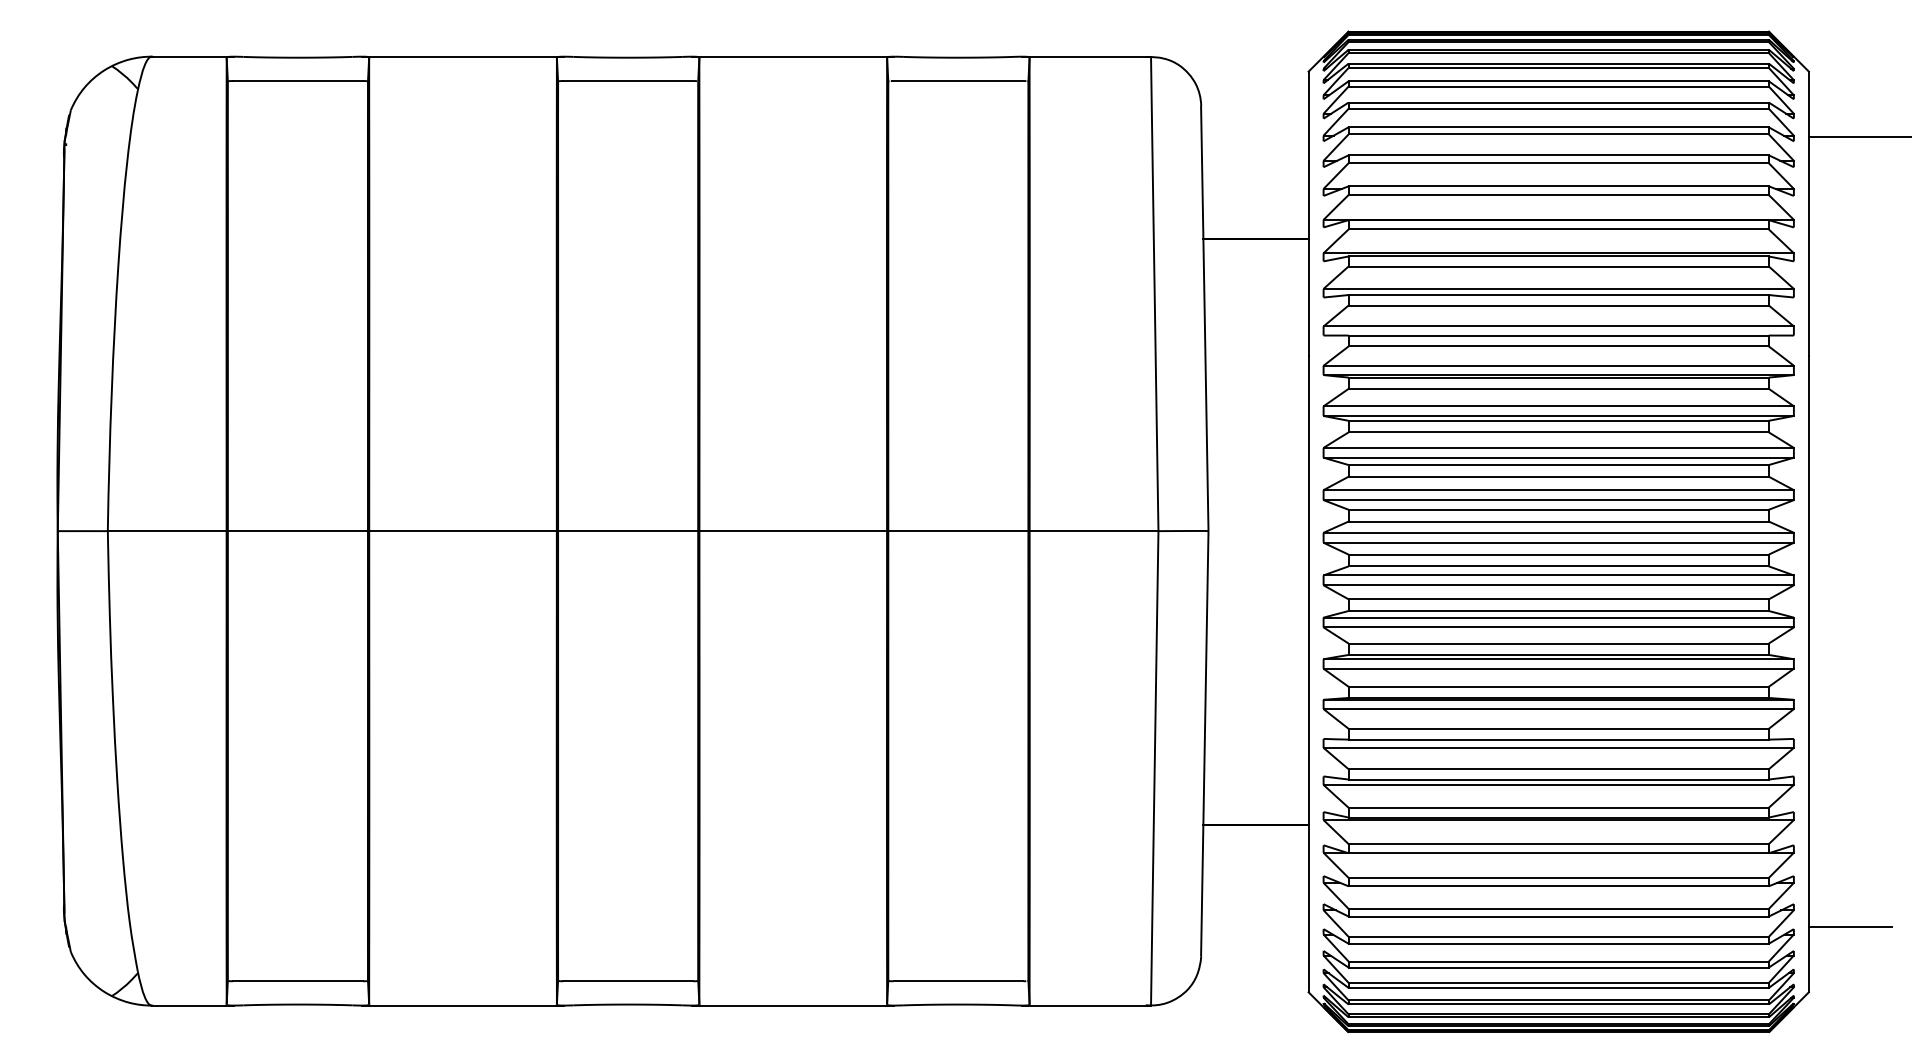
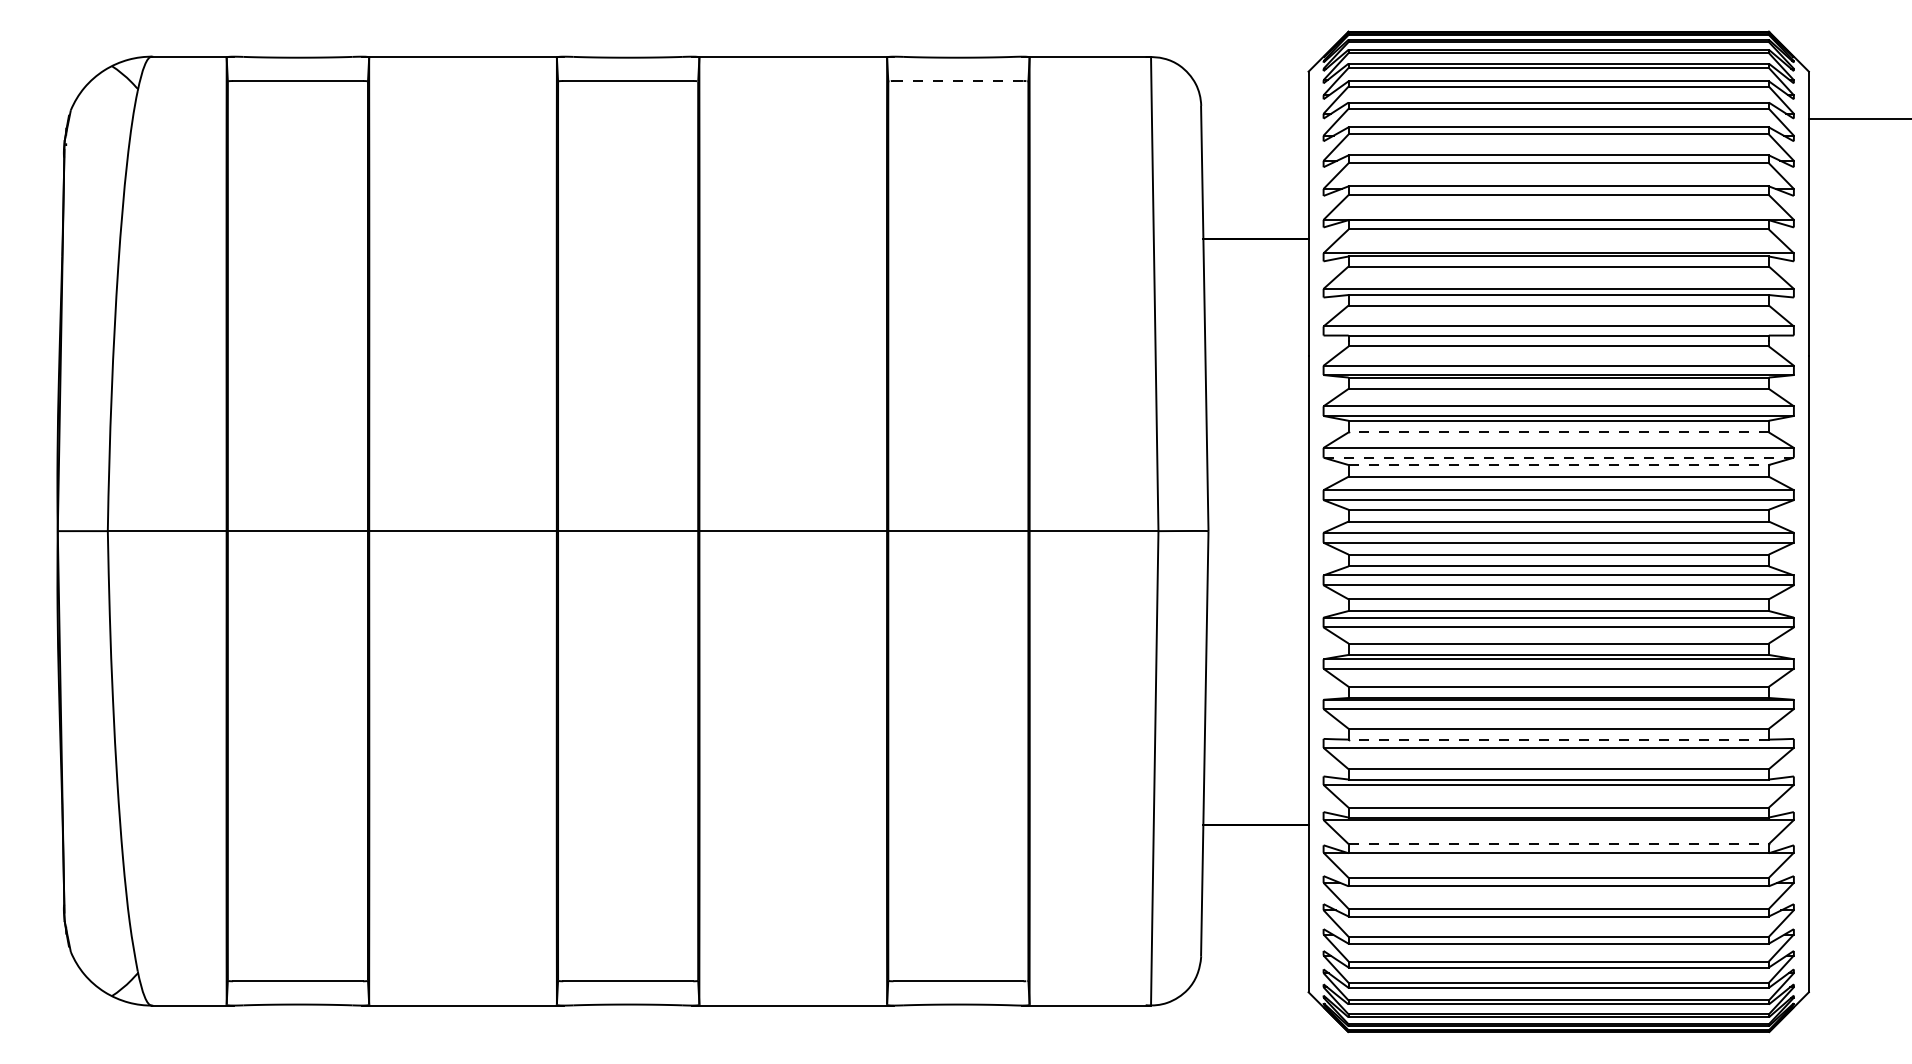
line at (958, 81): solid -> dashed
line at (1858, 136) position: (1858, 136) -> (1858, 118)
line at (1558, 432): solid -> dashed
line at (1559, 457): solid -> dashed
line at (1559, 465): solid -> dashed
line at (1558, 739): solid -> dashed
line at (1559, 844): solid -> dashed
line at (1849, 927): present -> none
